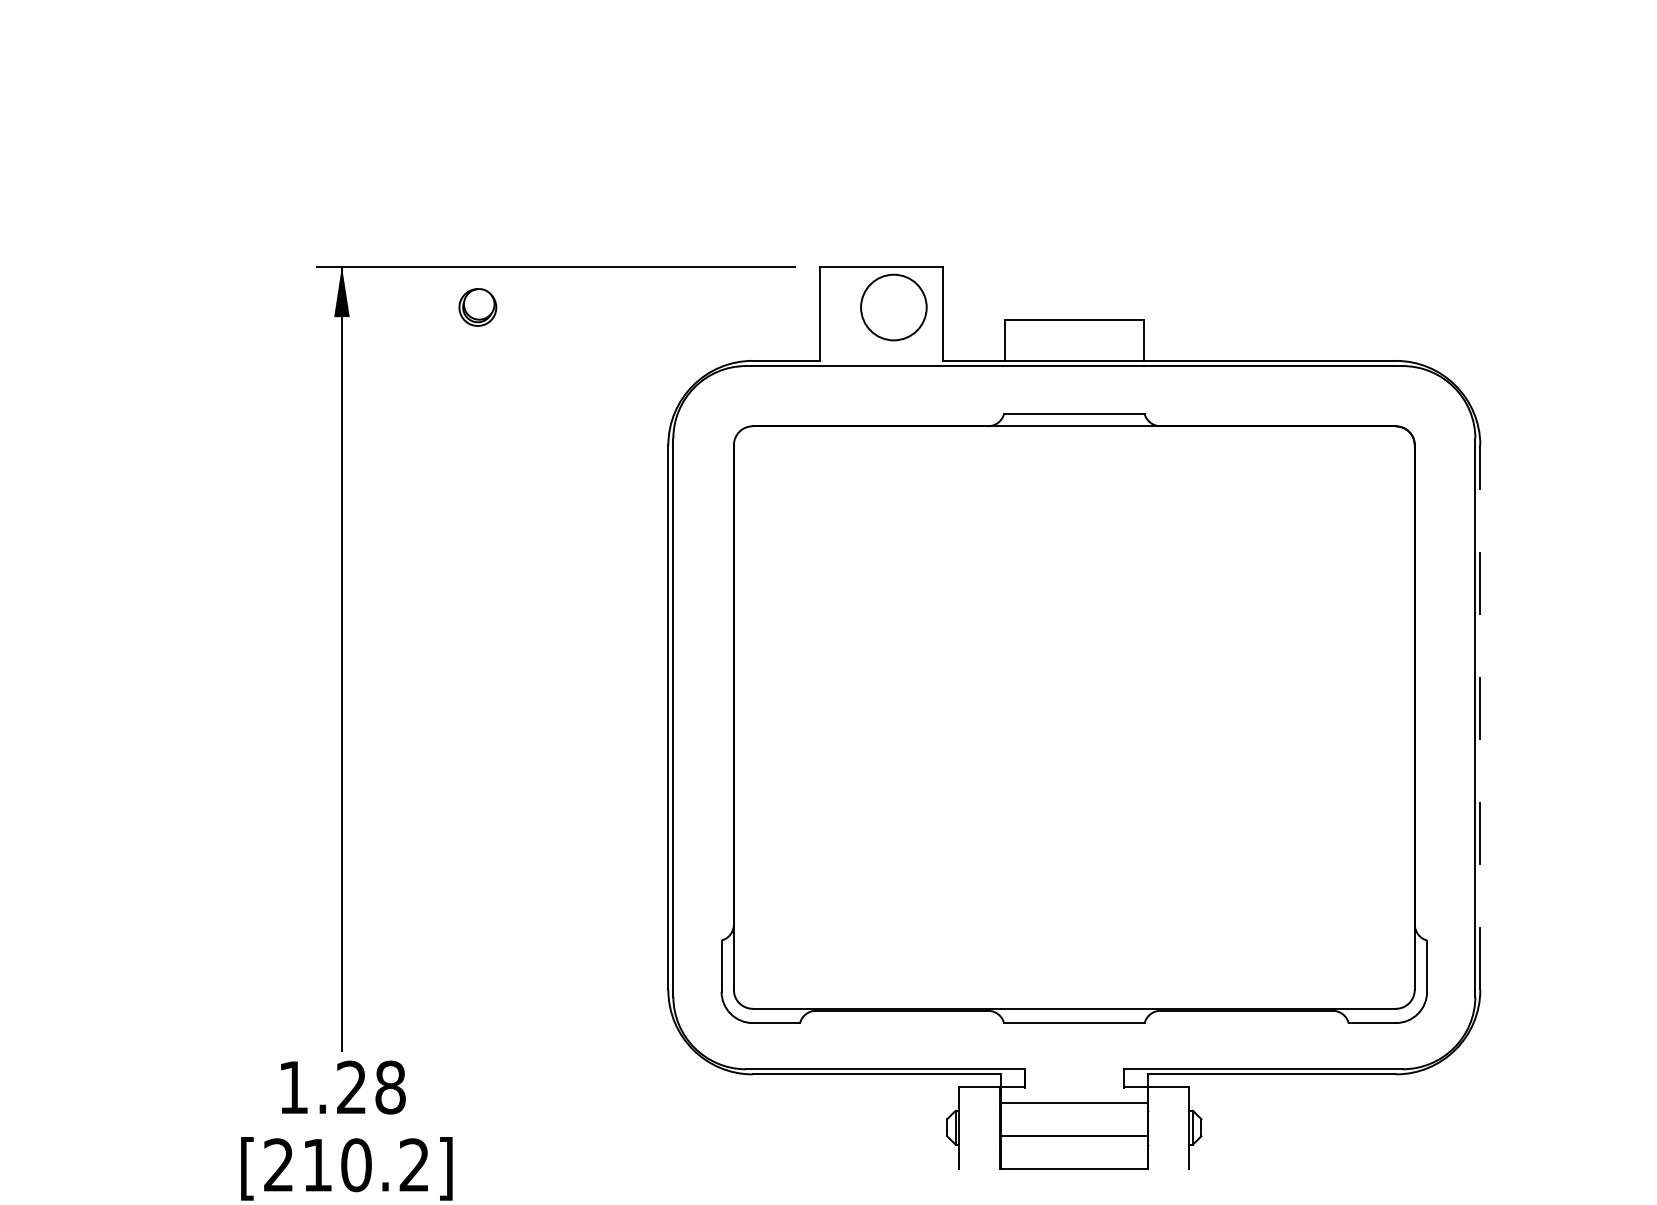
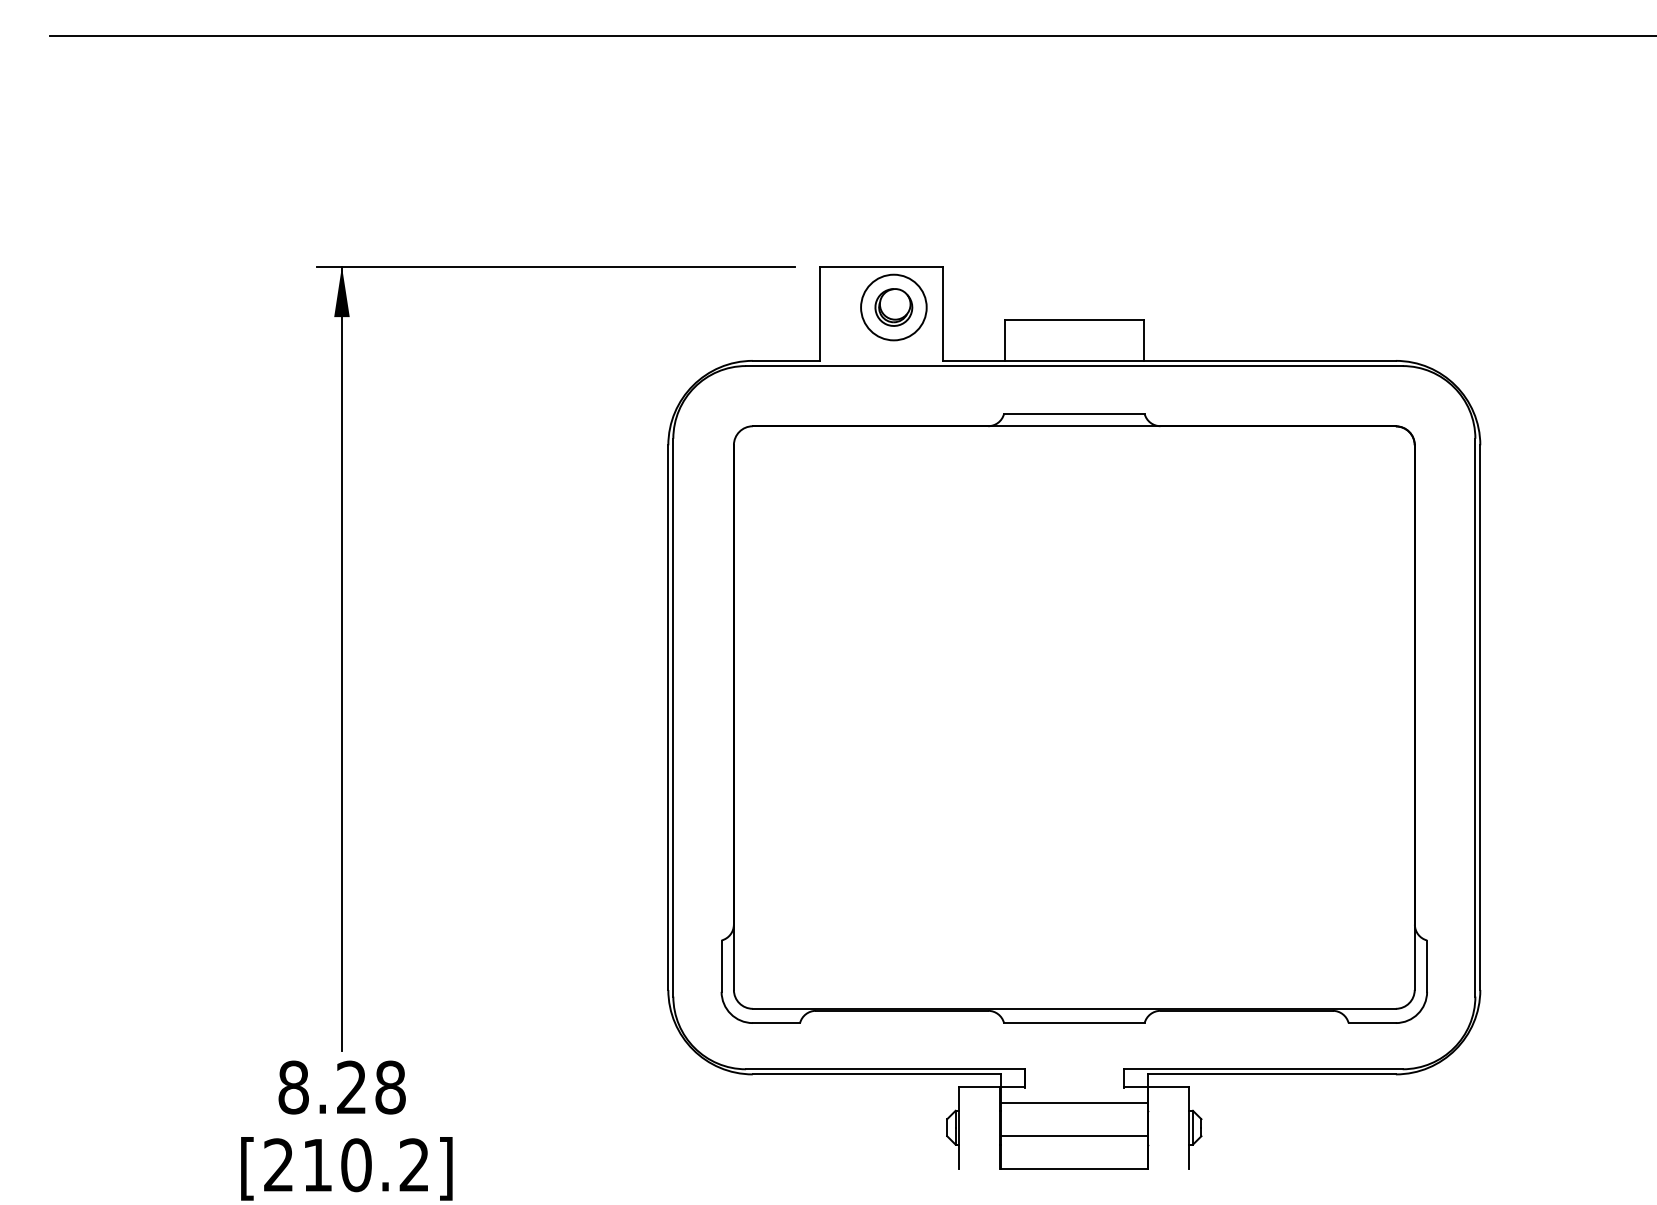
line at (851, 36): none -> present
part at (477, 307) position: (477, 307) -> (893, 307)
line at (1480, 717): dashed -> solid
text at (293, 1087): 1.28 -> 8.28
